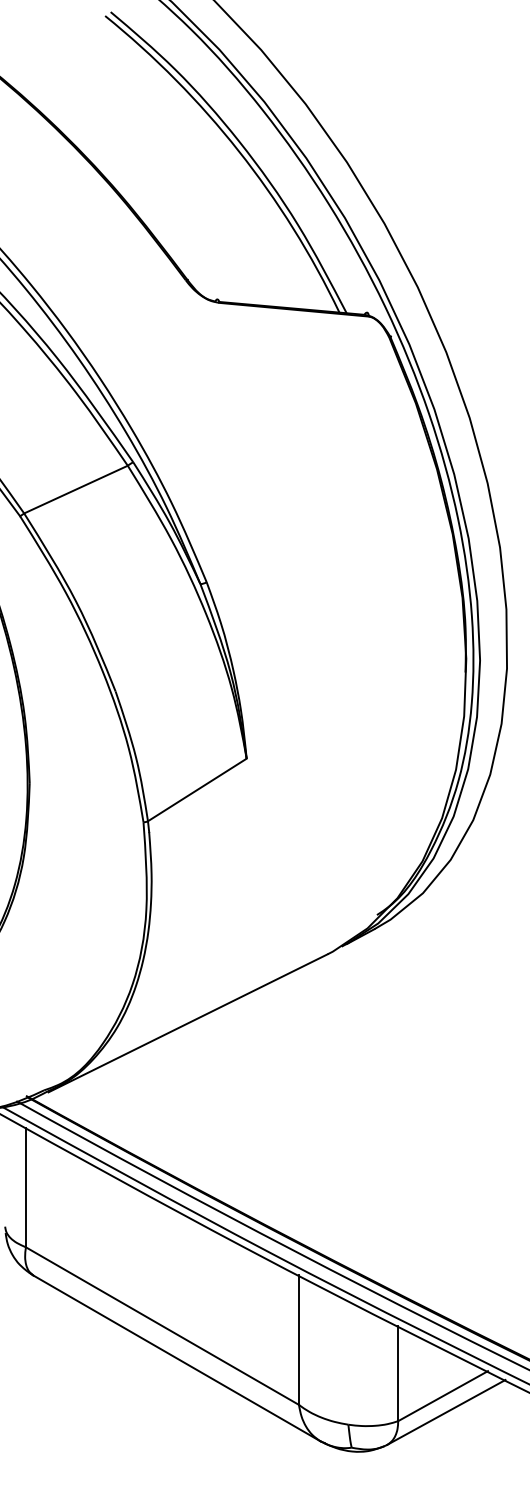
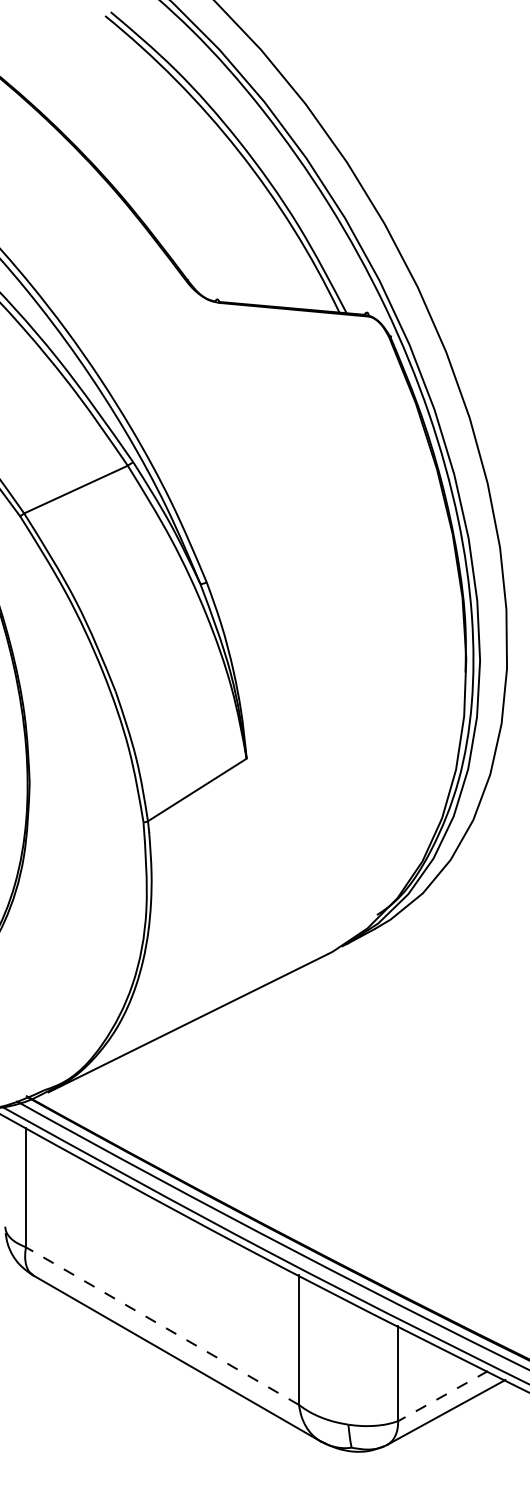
line at (162, 1326): solid -> dashed
line at (442, 1396): solid -> dashed
